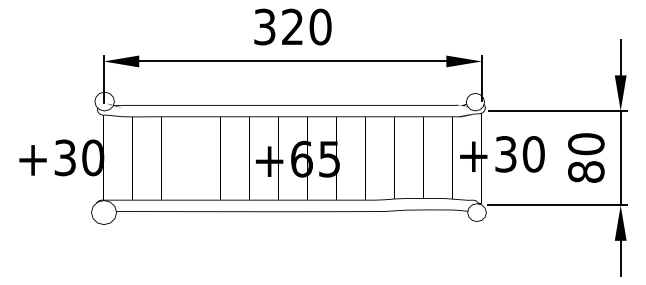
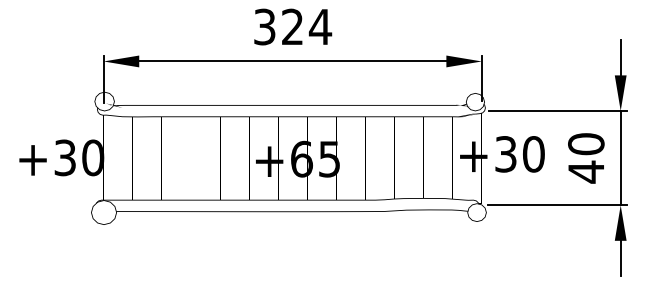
text at (320, 26): 320 -> 324
text at (586, 171): 80 -> 40
